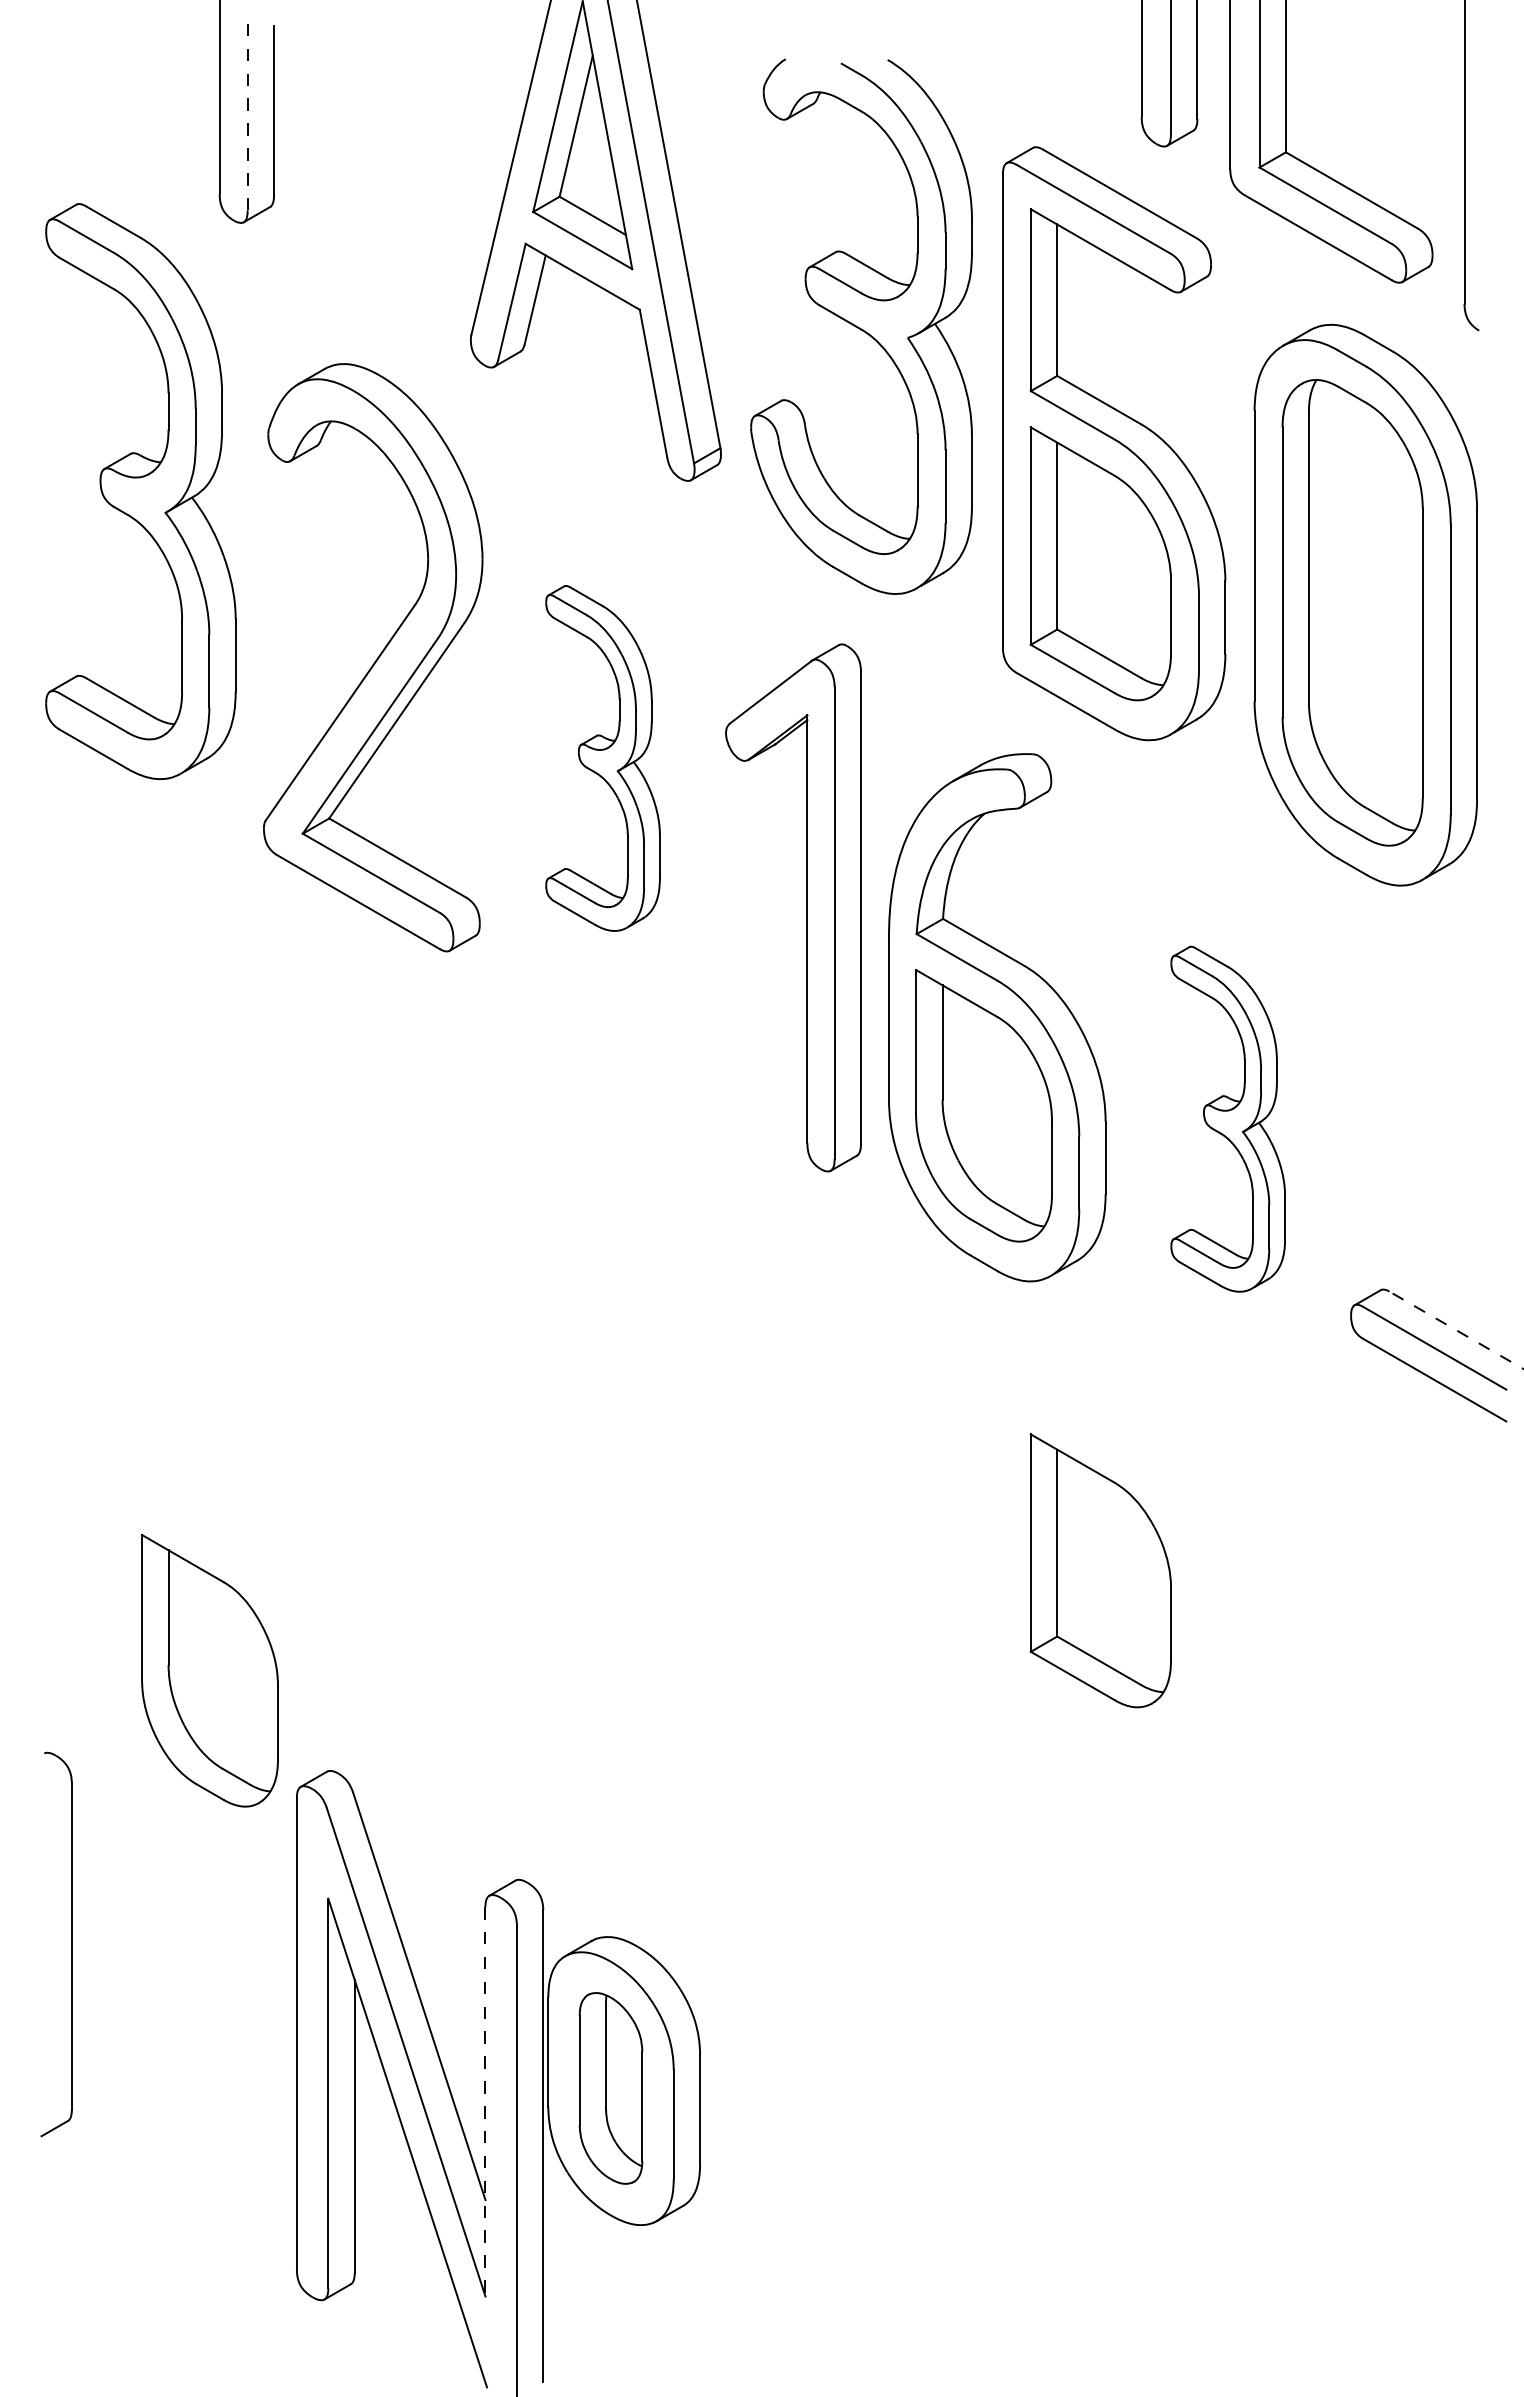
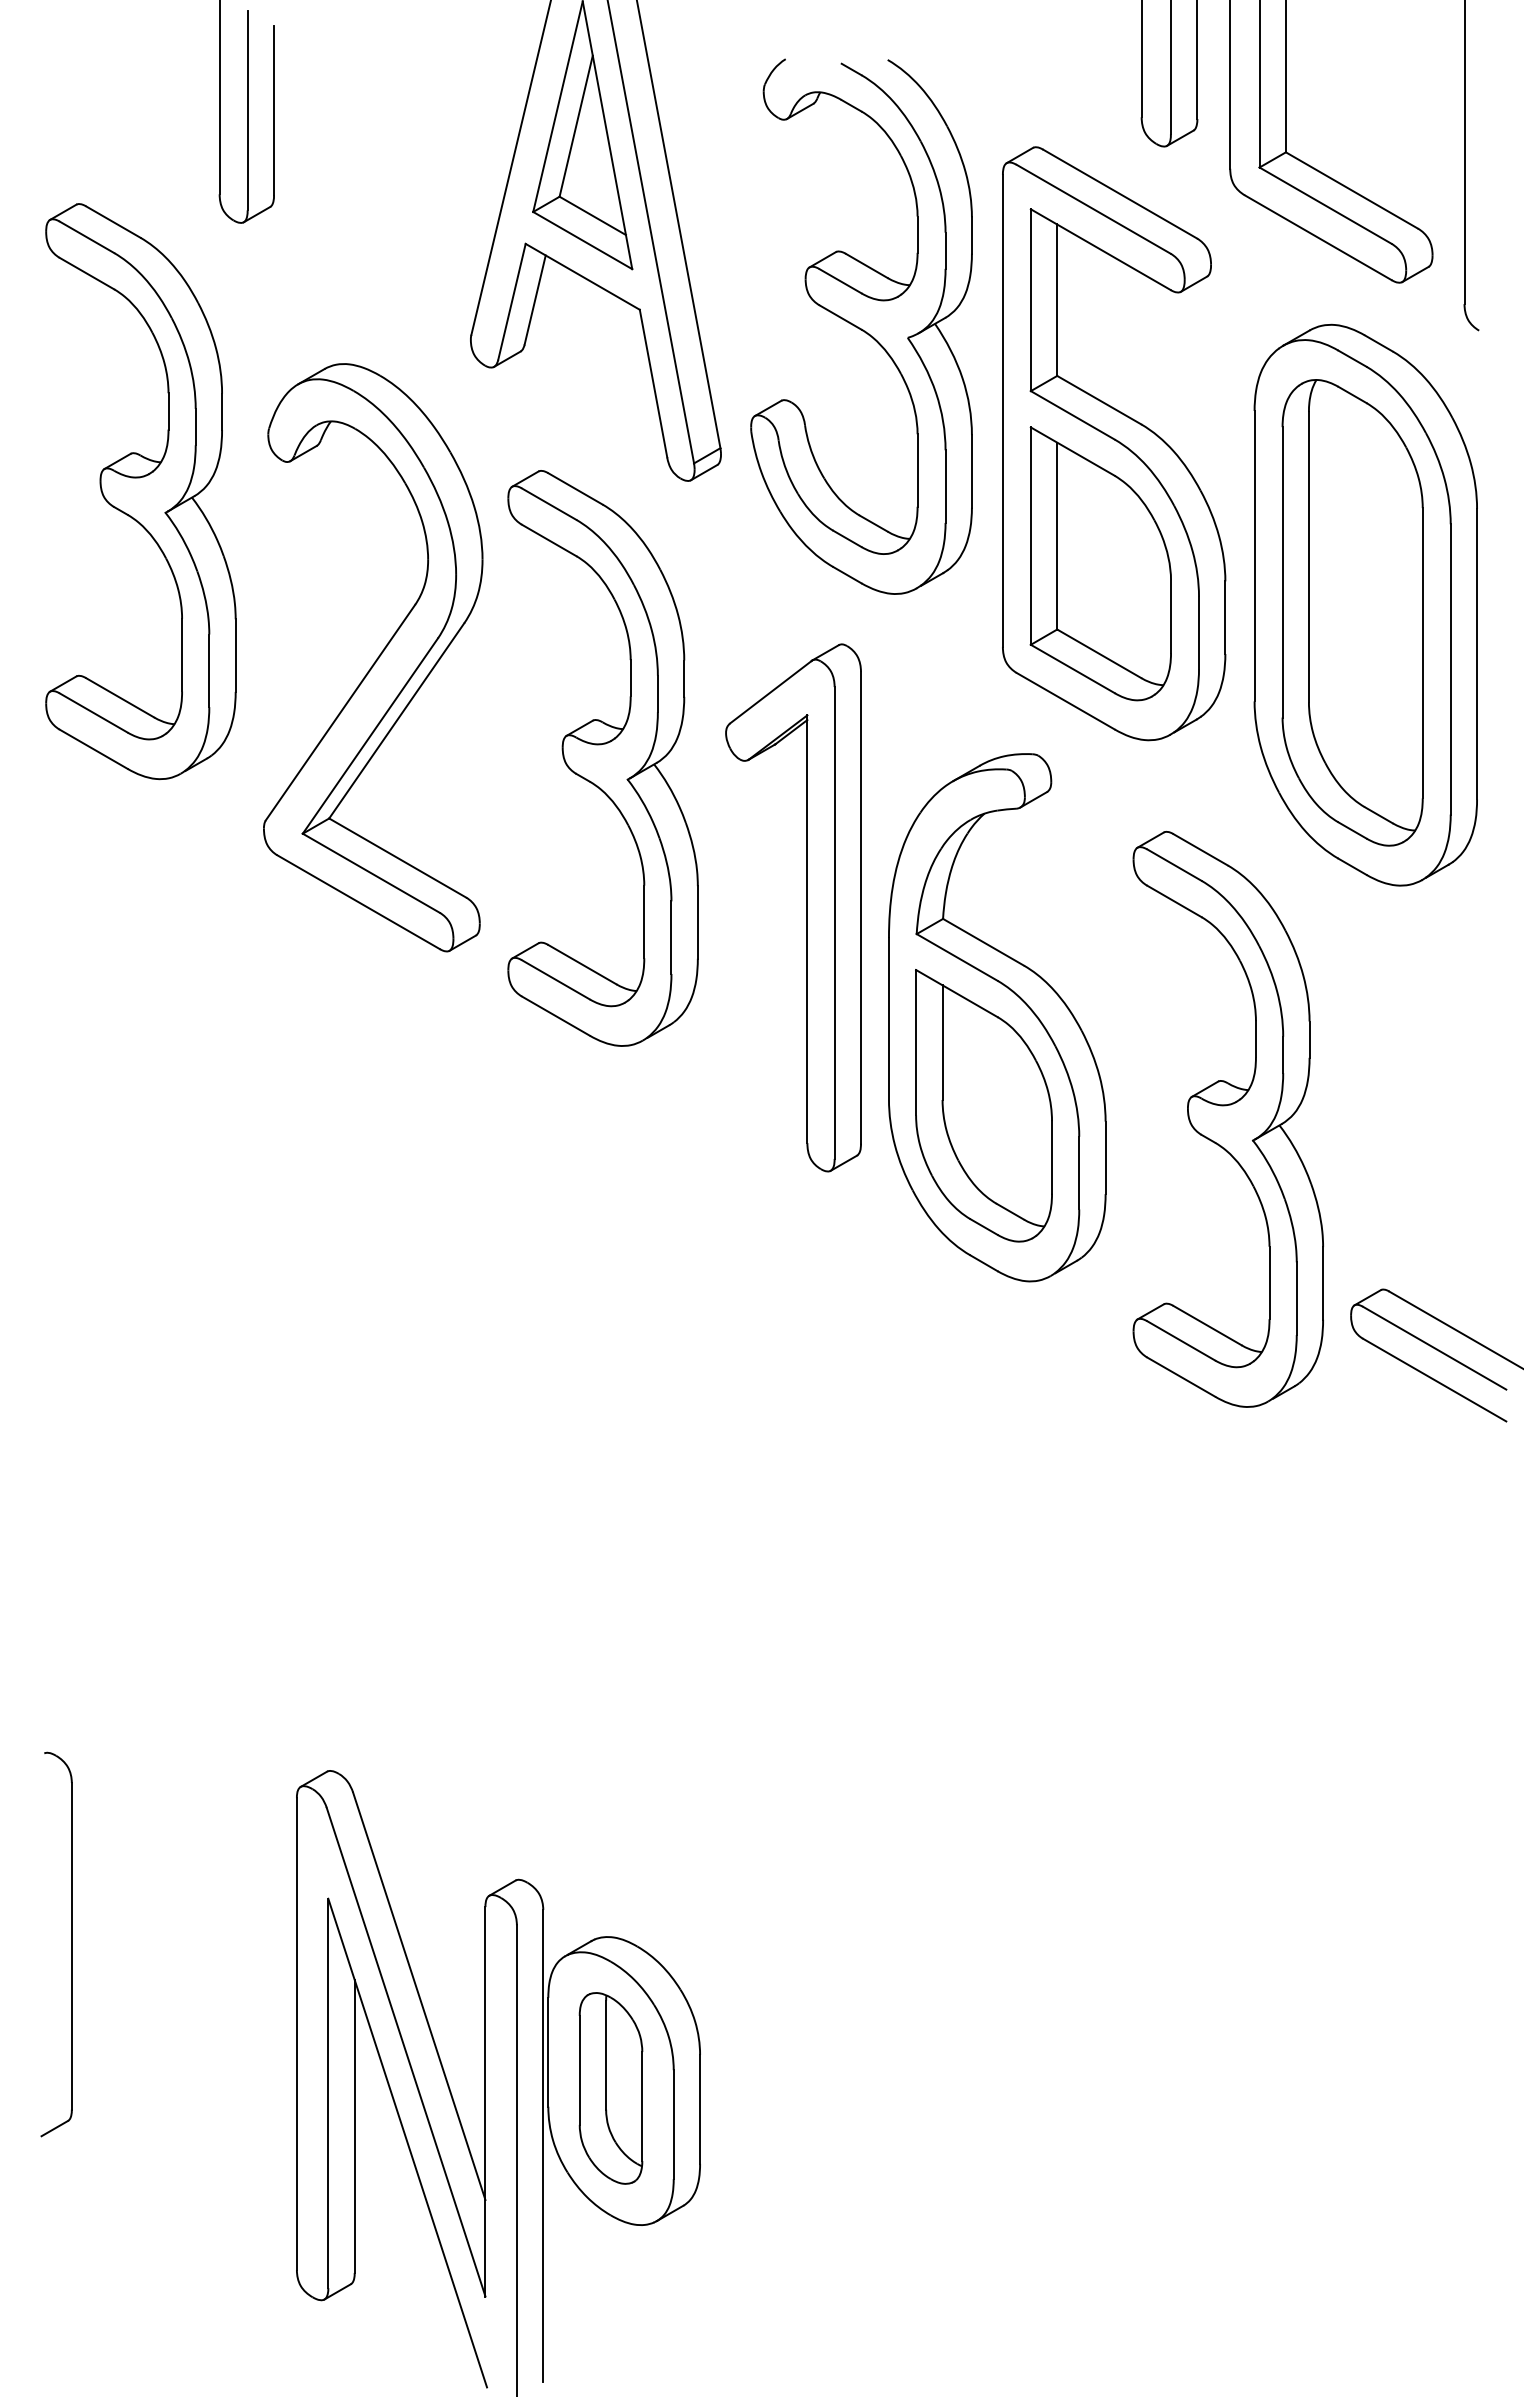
line at (247, 110): dashed -> solid
part at (602, 758) size: 116x347 px -> 192x577 px
part at (1227, 1118) size: 116x348 px -> 192x578 px
line at (1455, 1329): dashed -> solid
part at (1100, 1570): present -> none
part at (209, 1670): present -> none
line at (485, 2101): dashed -> solid
